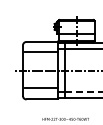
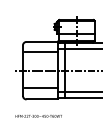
line at (83, 92): dashed -> solid
text at (65, 119) position: (65, 119) -> (38, 116)
